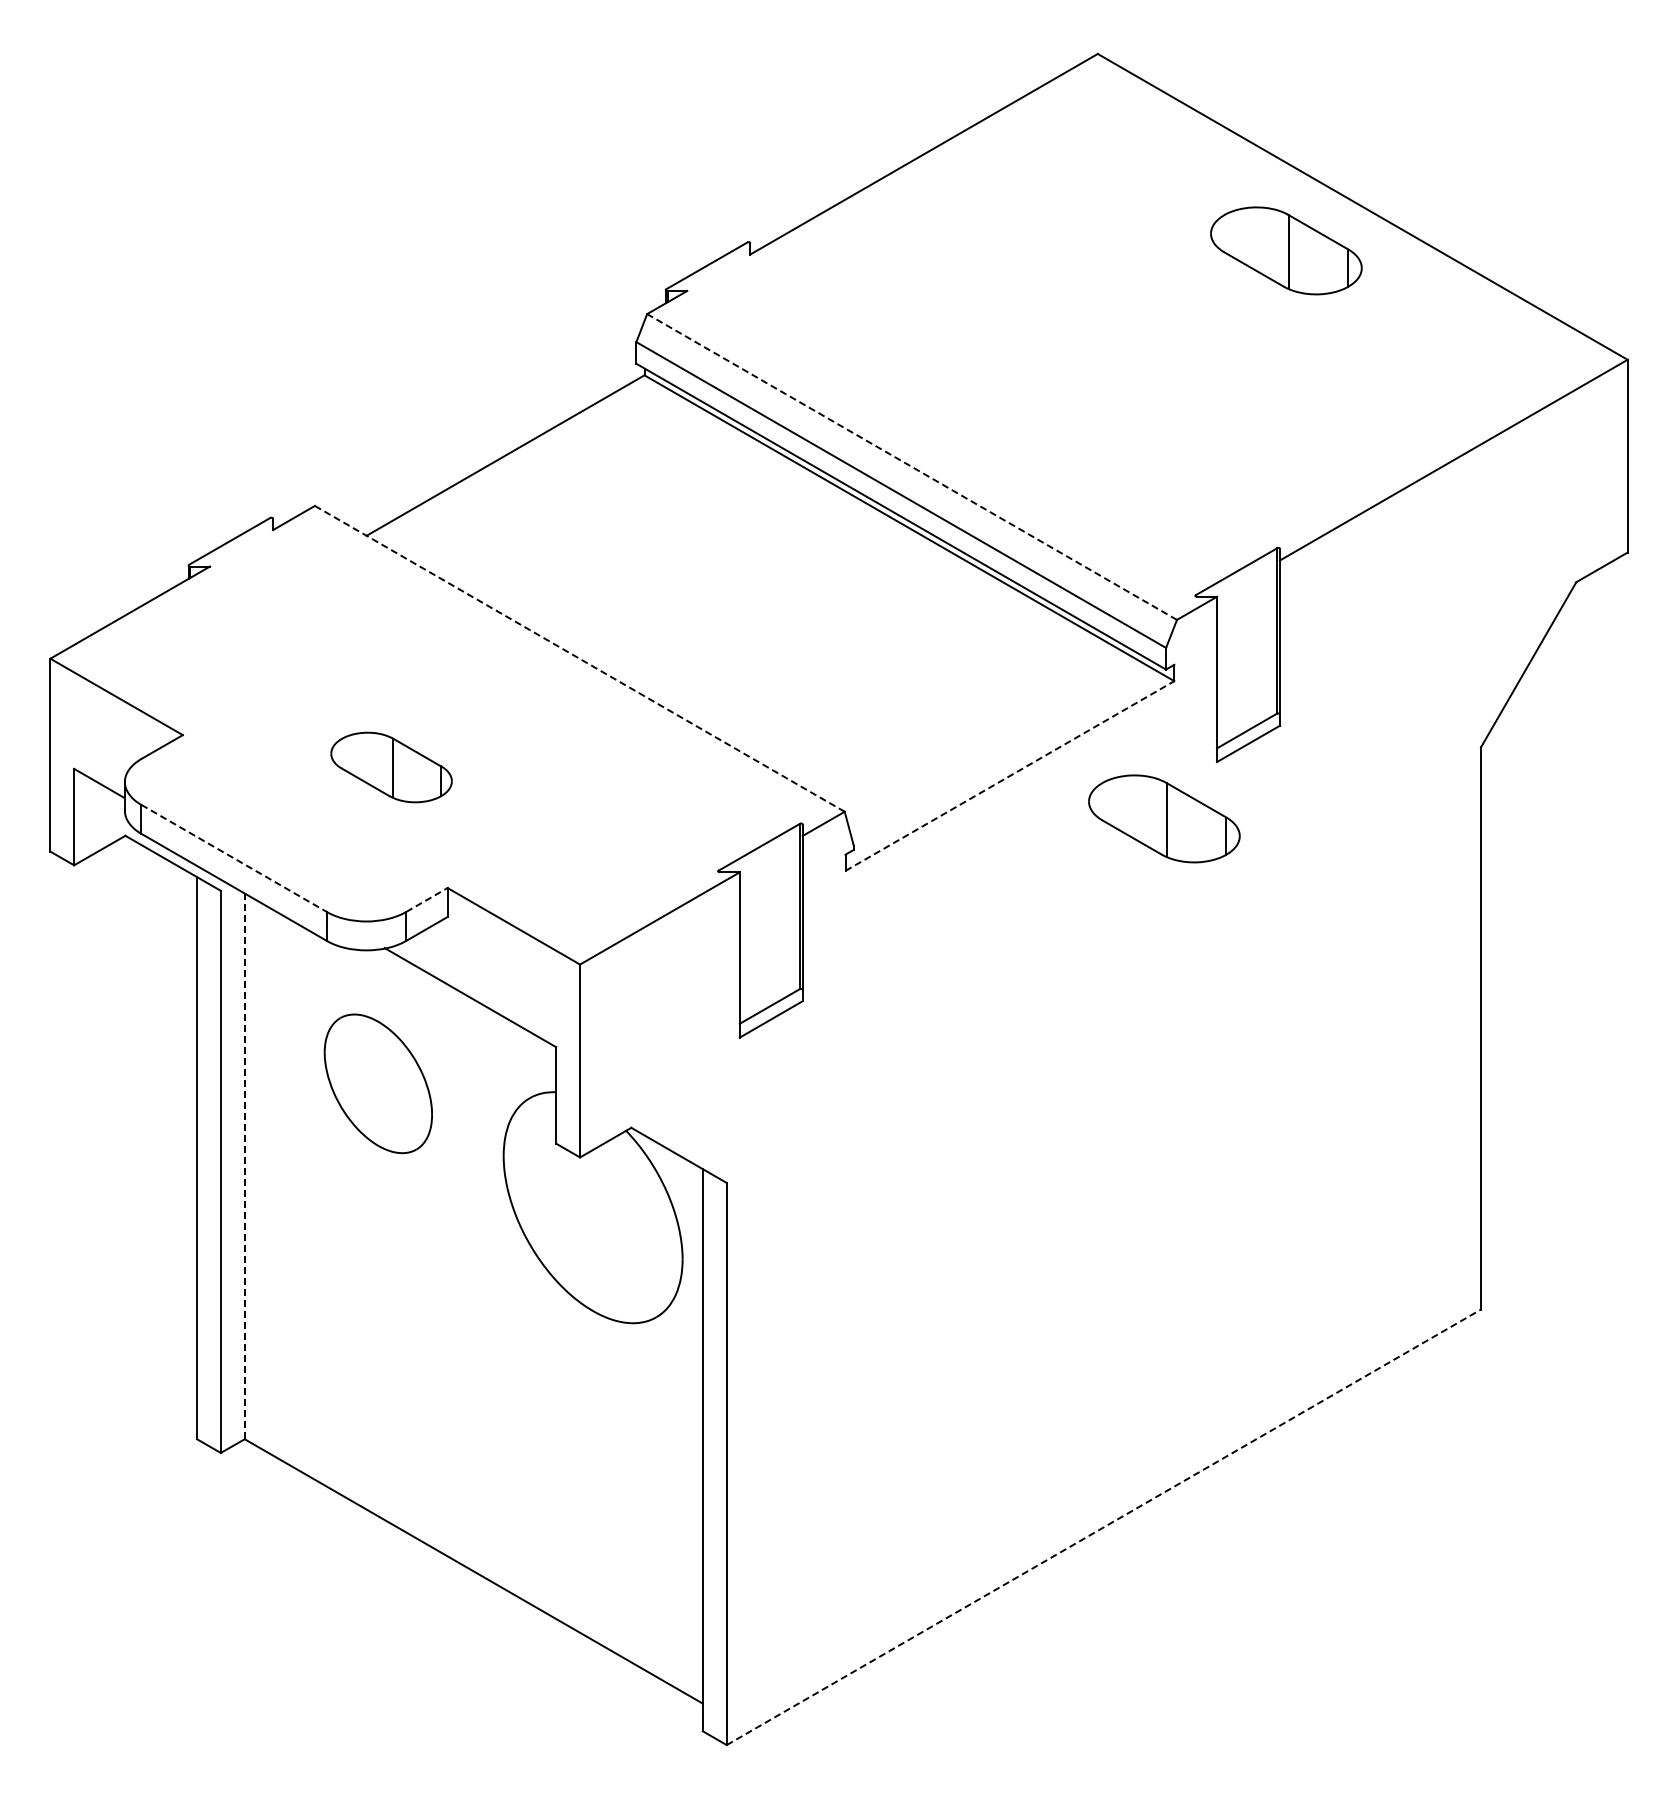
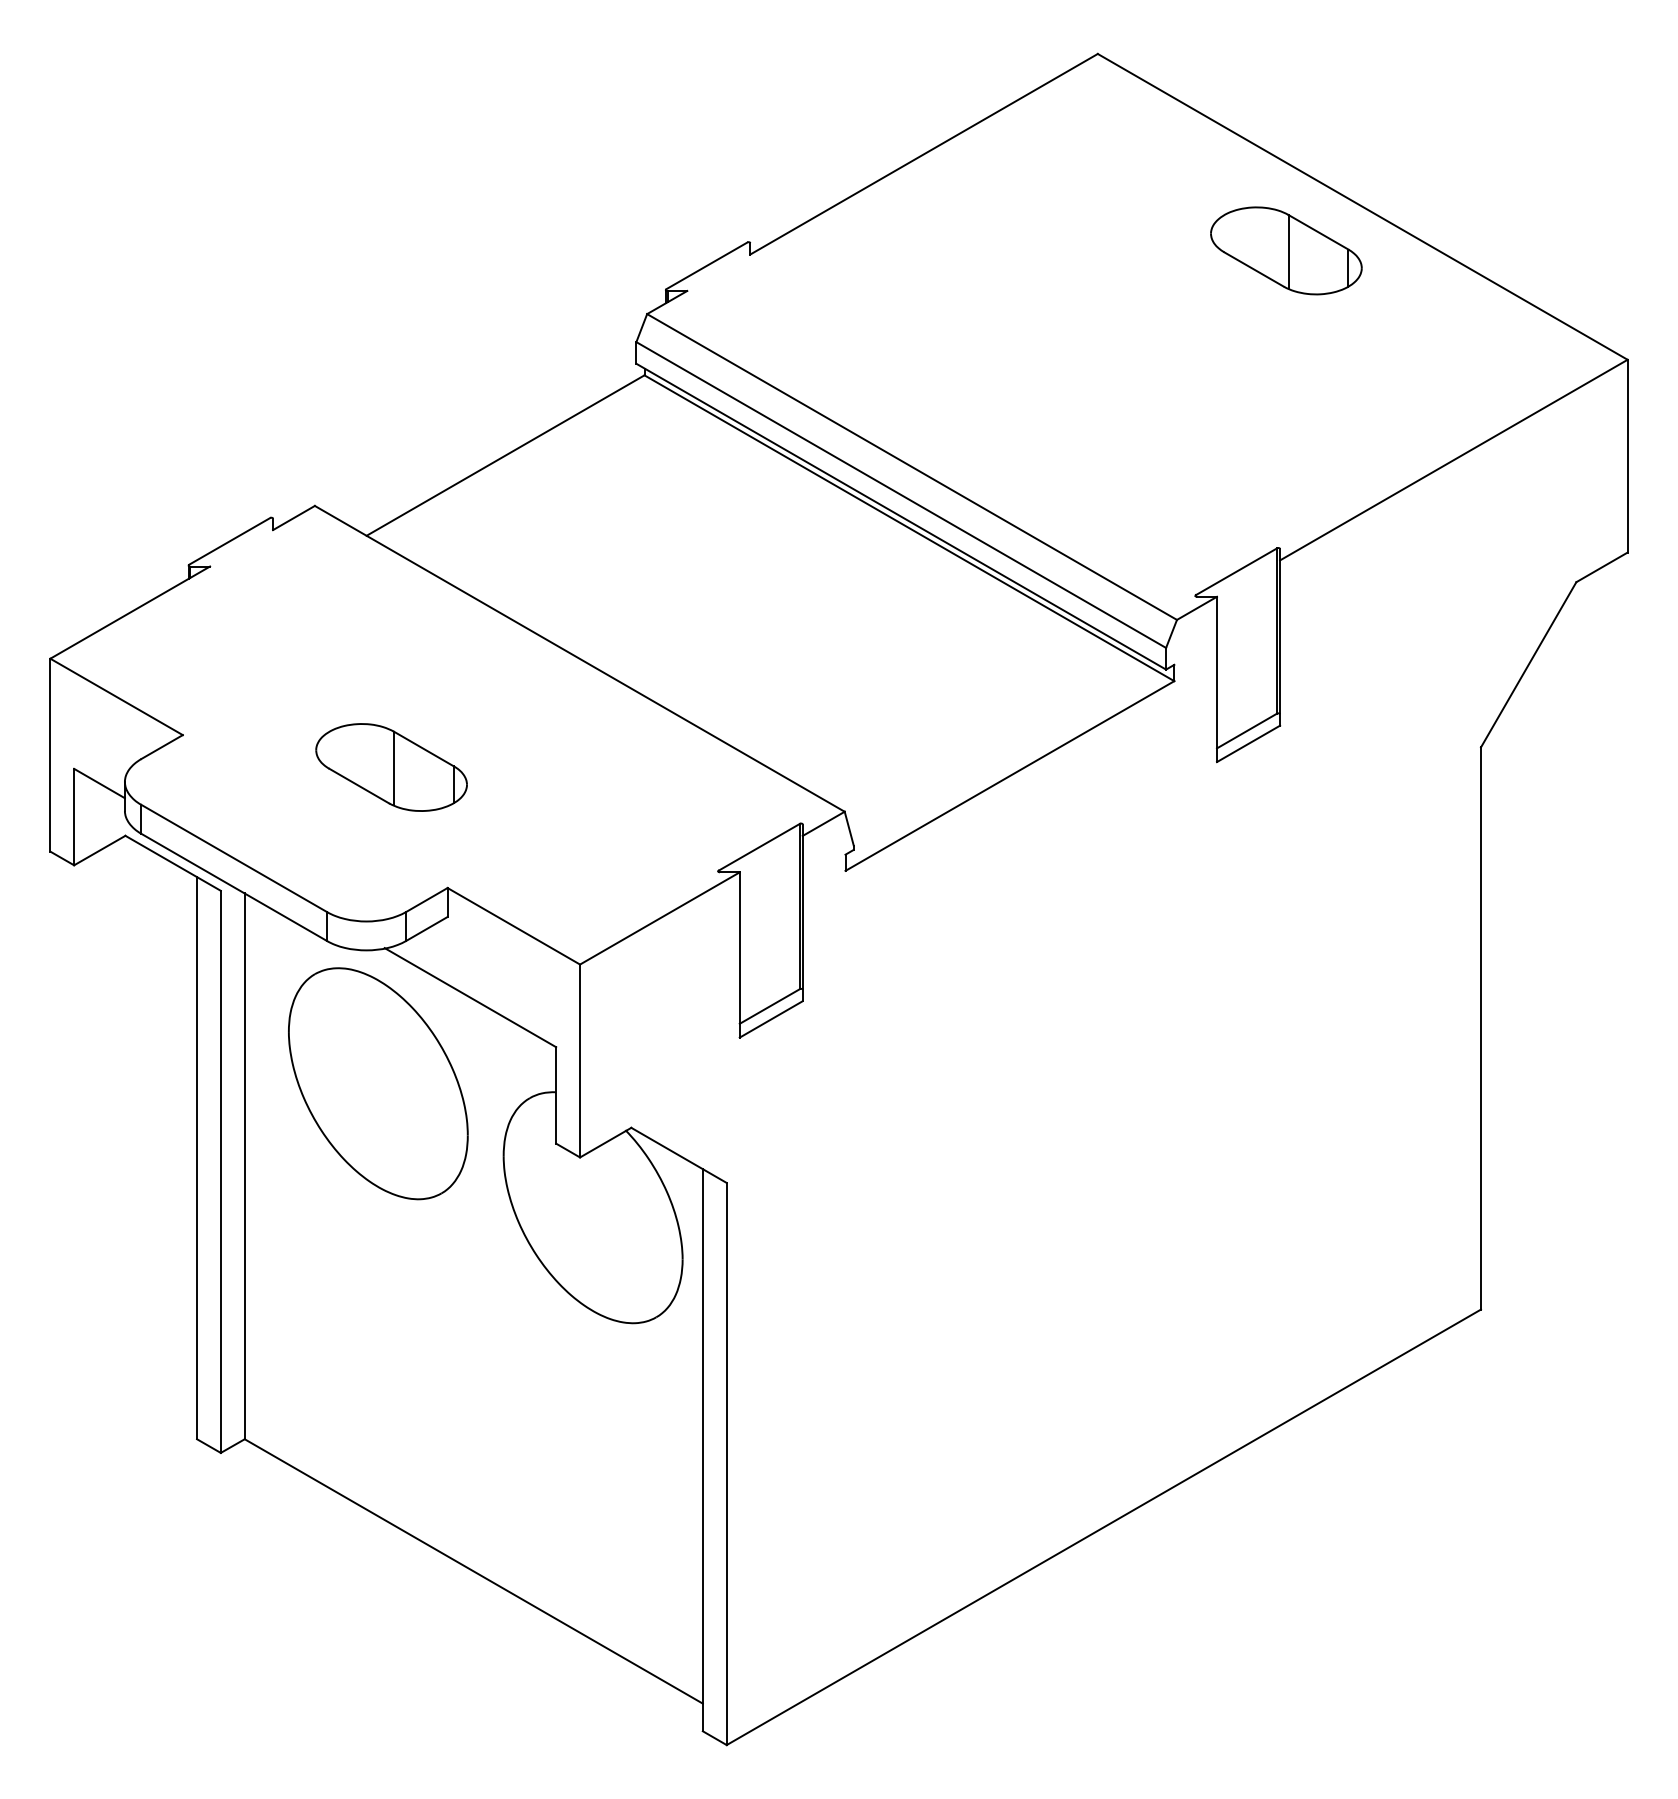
line at (912, 467): dashed -> solid
line at (579, 658): dashed -> solid
part at (391, 767) size: 123x73 px -> 153x89 px
line at (1009, 776): dashed -> solid
part at (1164, 818): present -> none
line at (234, 858): dashed -> solid
line at (426, 899): dashed -> solid
part at (377, 1083) size: 110x142 px -> 181x234 px
line at (244, 1166): dashed -> solid
line at (1104, 1527): dashed -> solid
